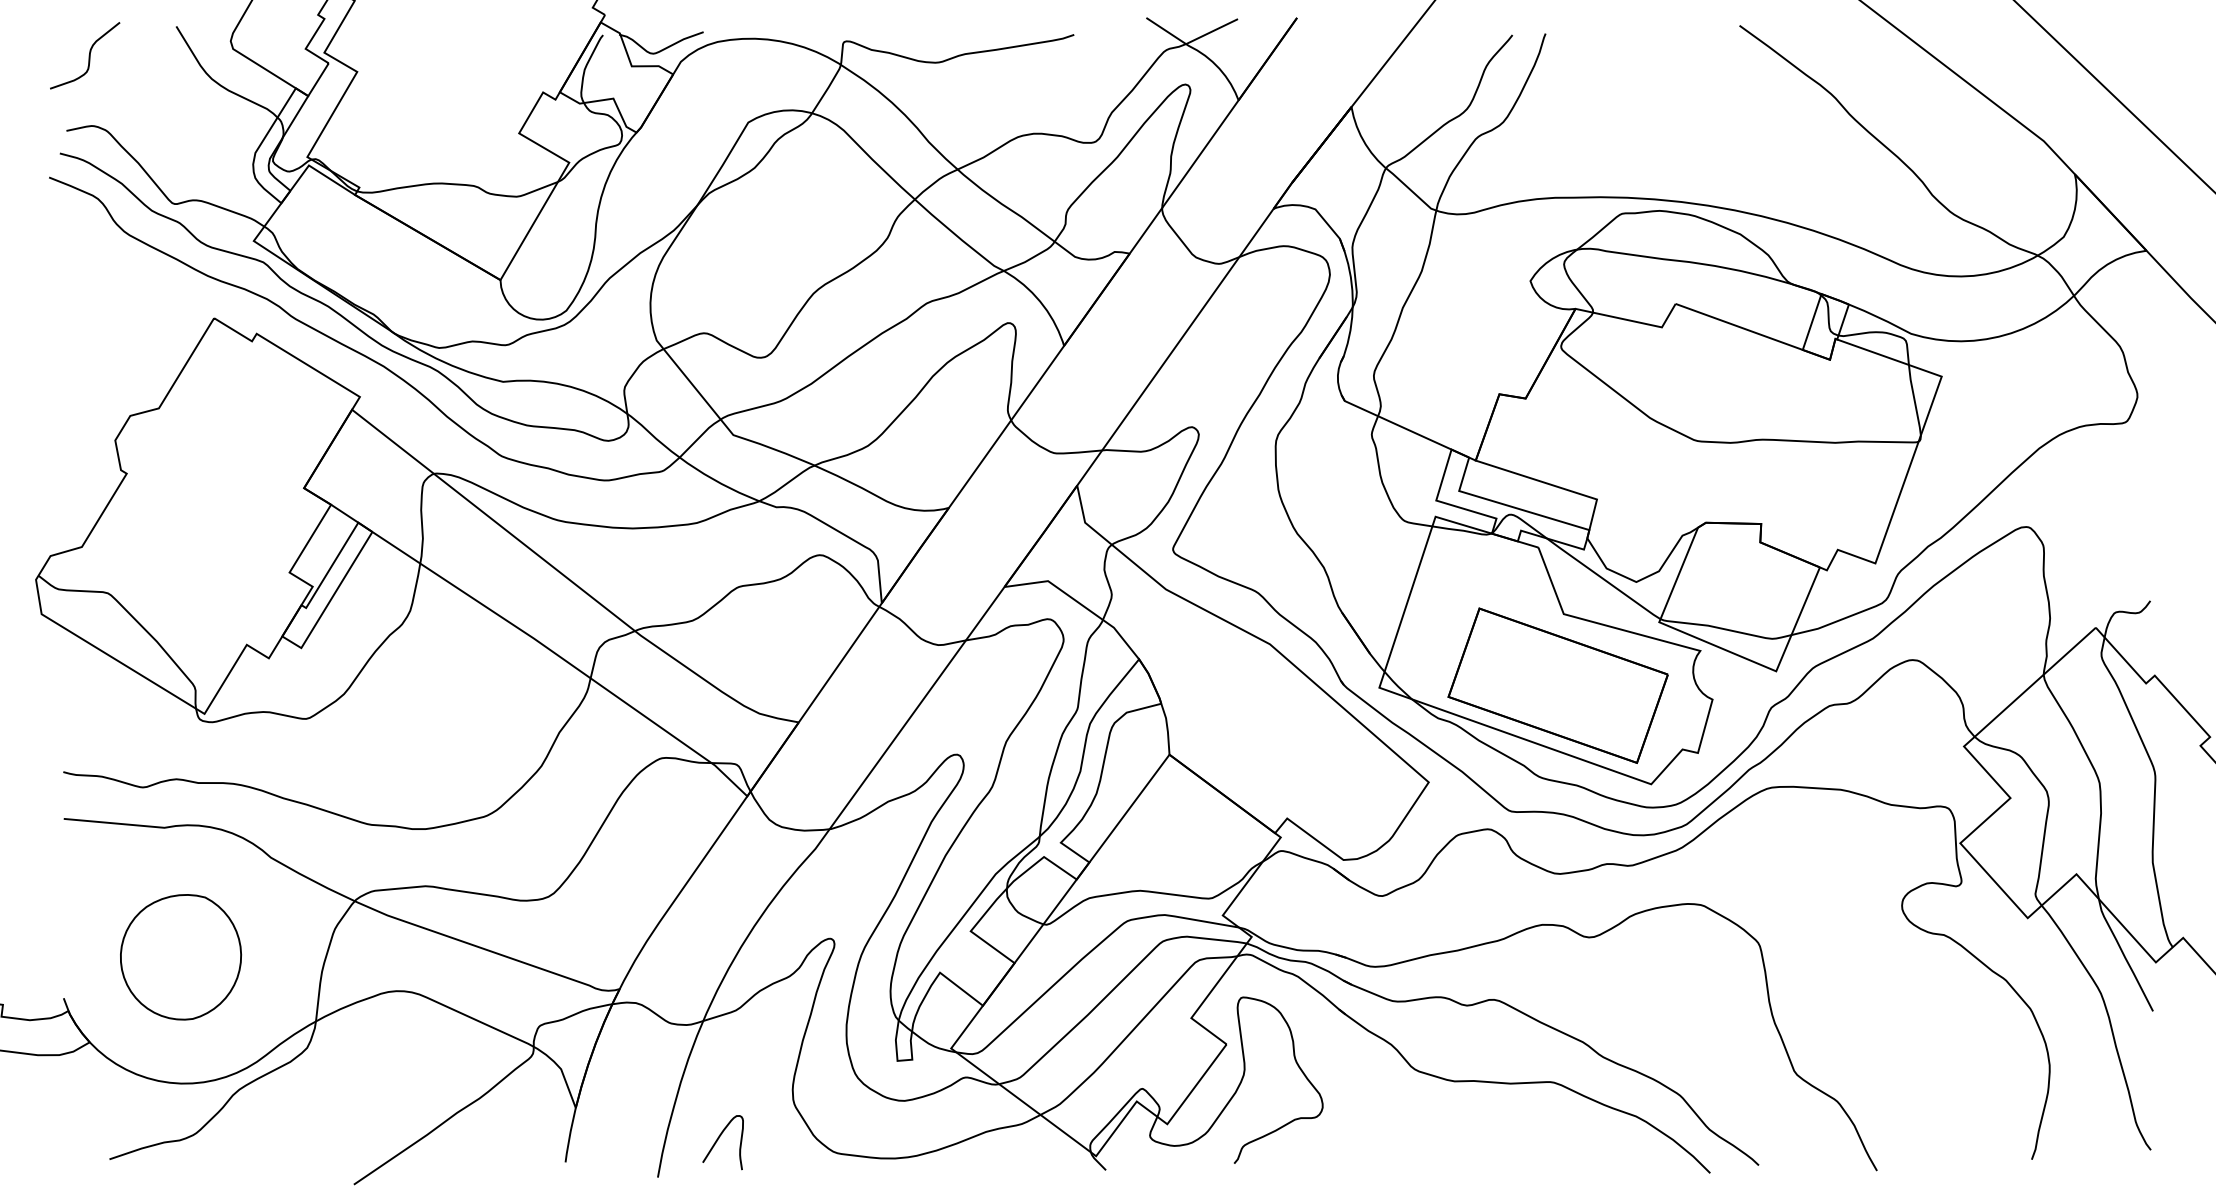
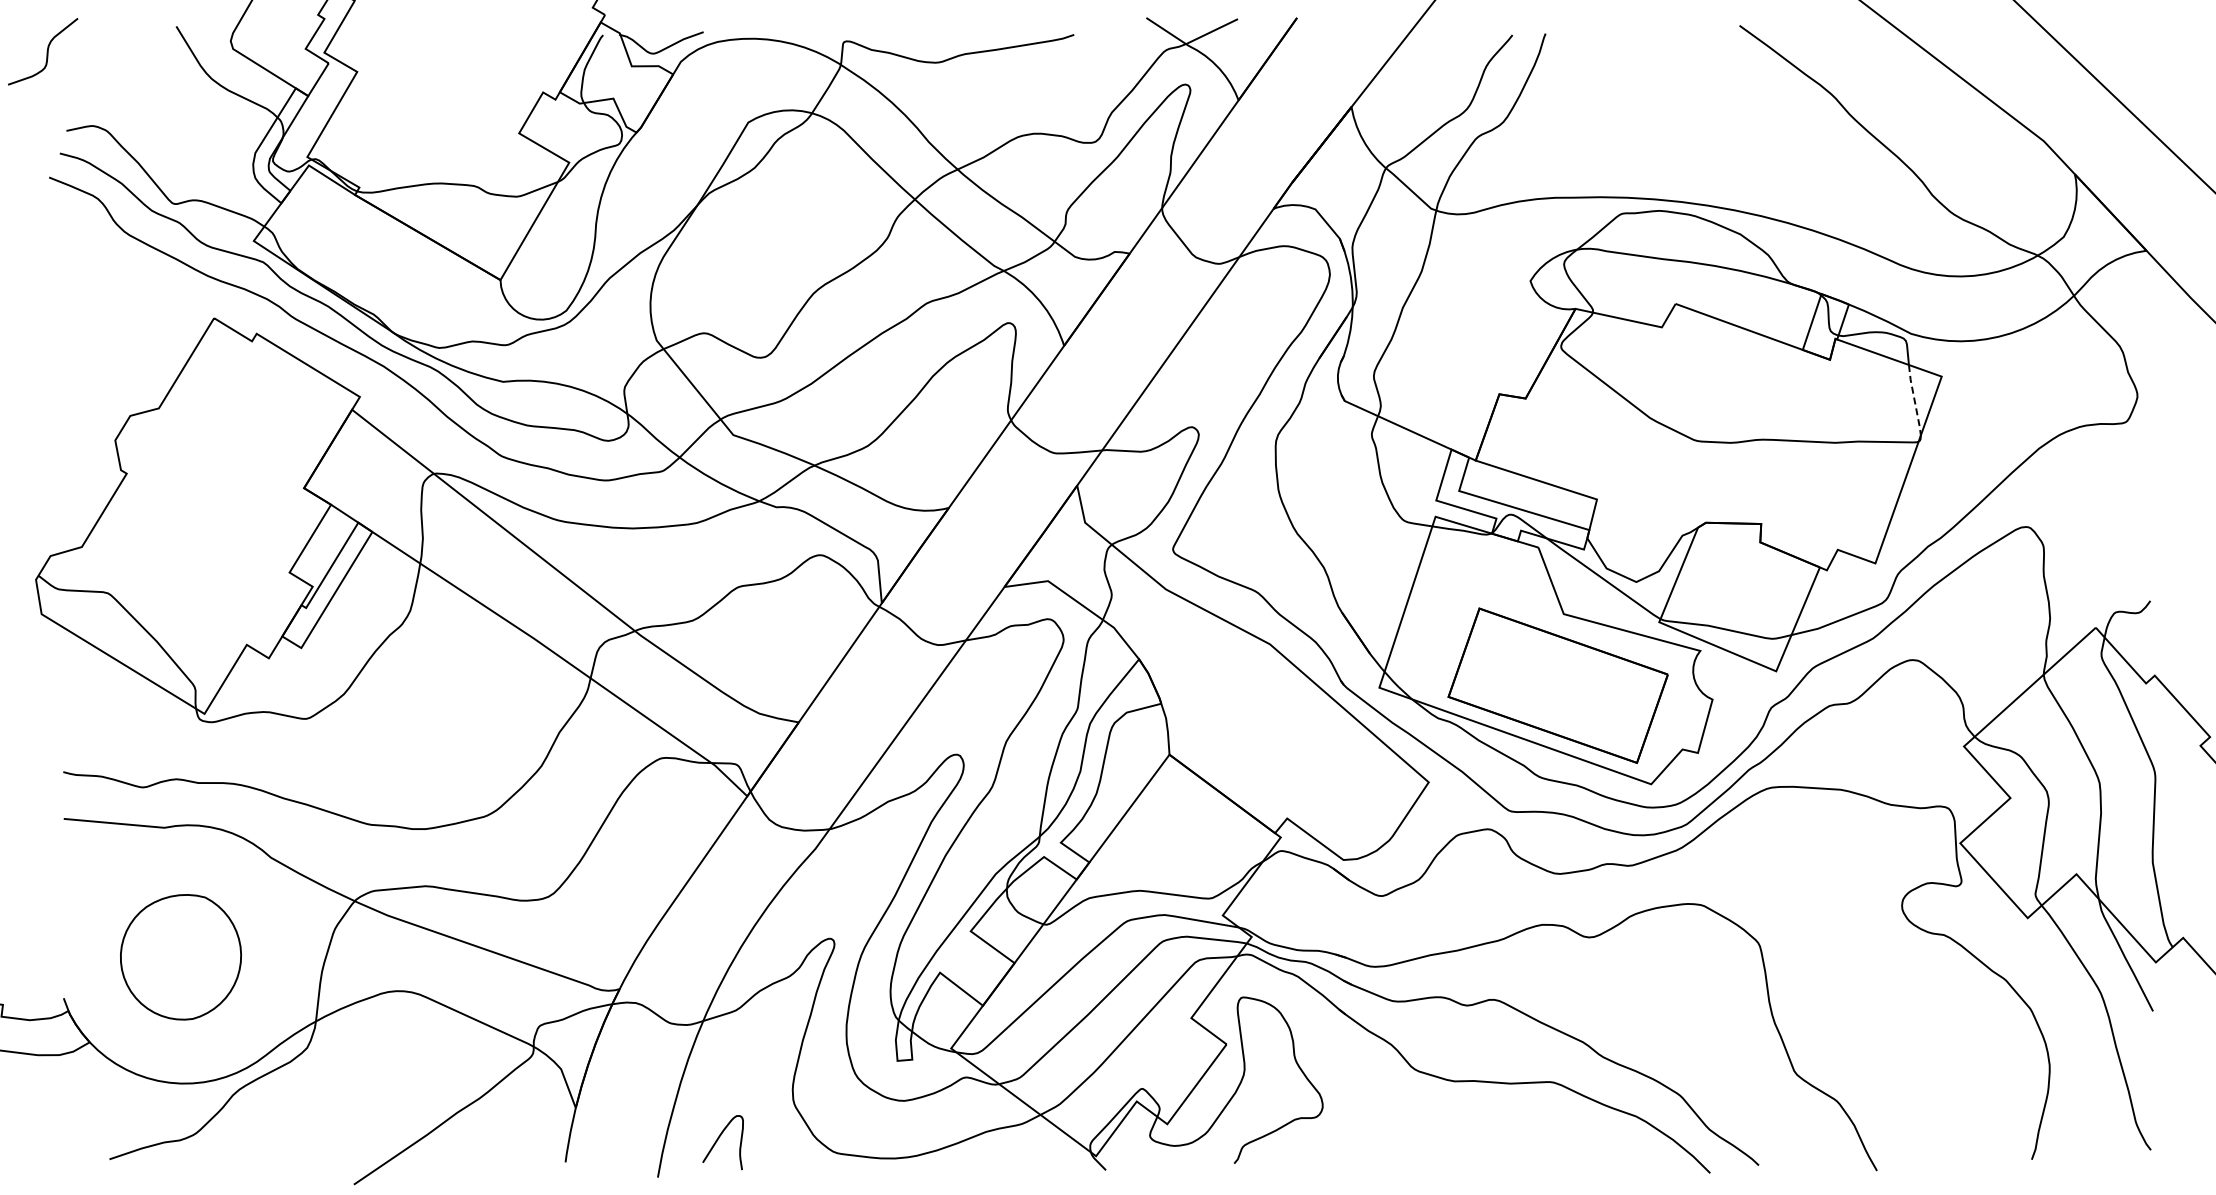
curve at (88, 55) position: (88, 55) -> (46, 51)
line at (1914, 401): solid -> dashed
